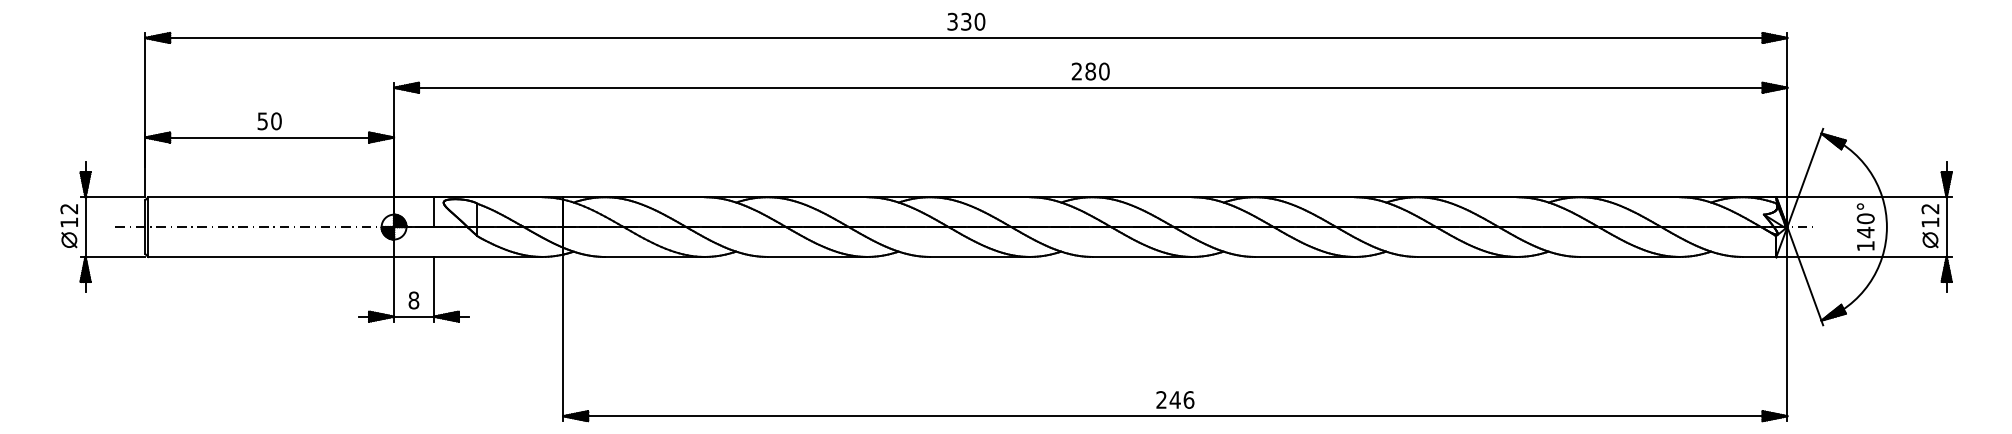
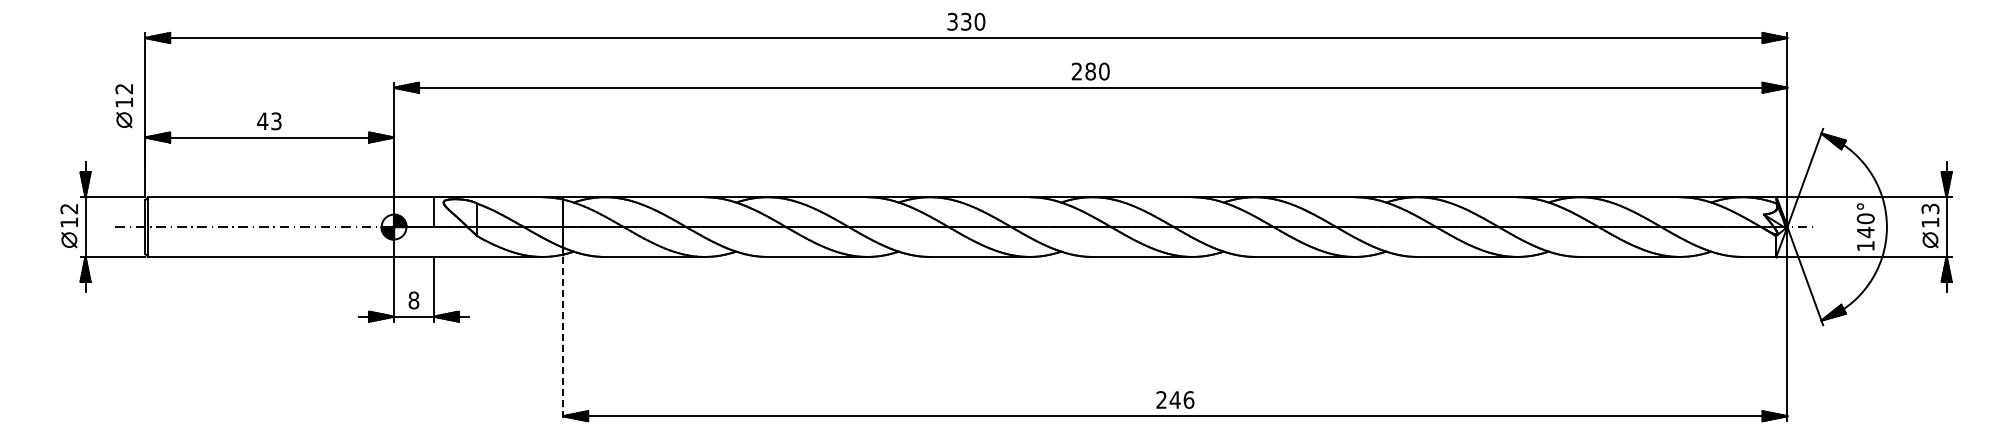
part at (123, 106): none -> present
text at (269, 121): 50 -> 43
text at (1930, 208): 12 -> 13
line at (563, 339): solid -> dashed
